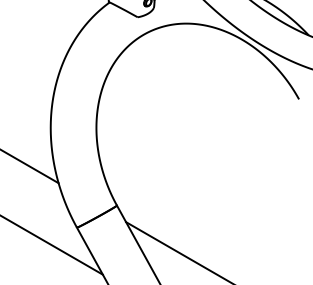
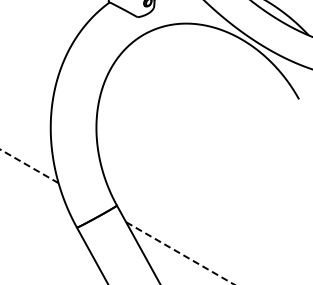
line at (29, 166): solid -> dashed
line at (52, 245): present -> none
line at (180, 253): solid -> dashed
